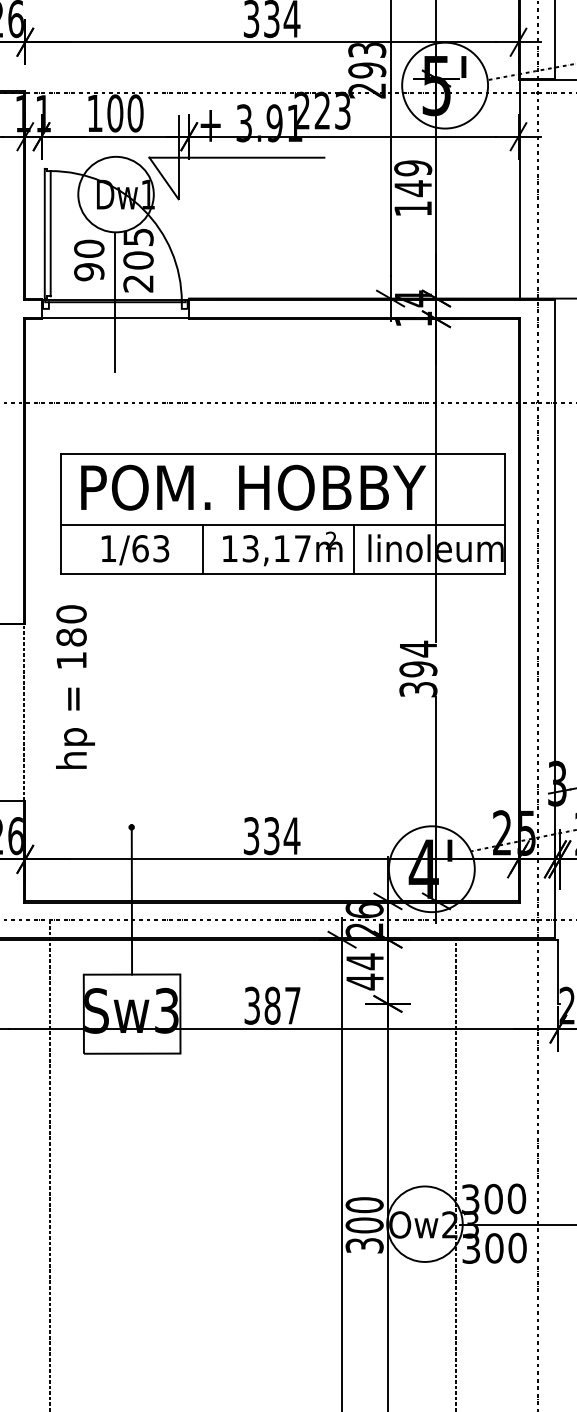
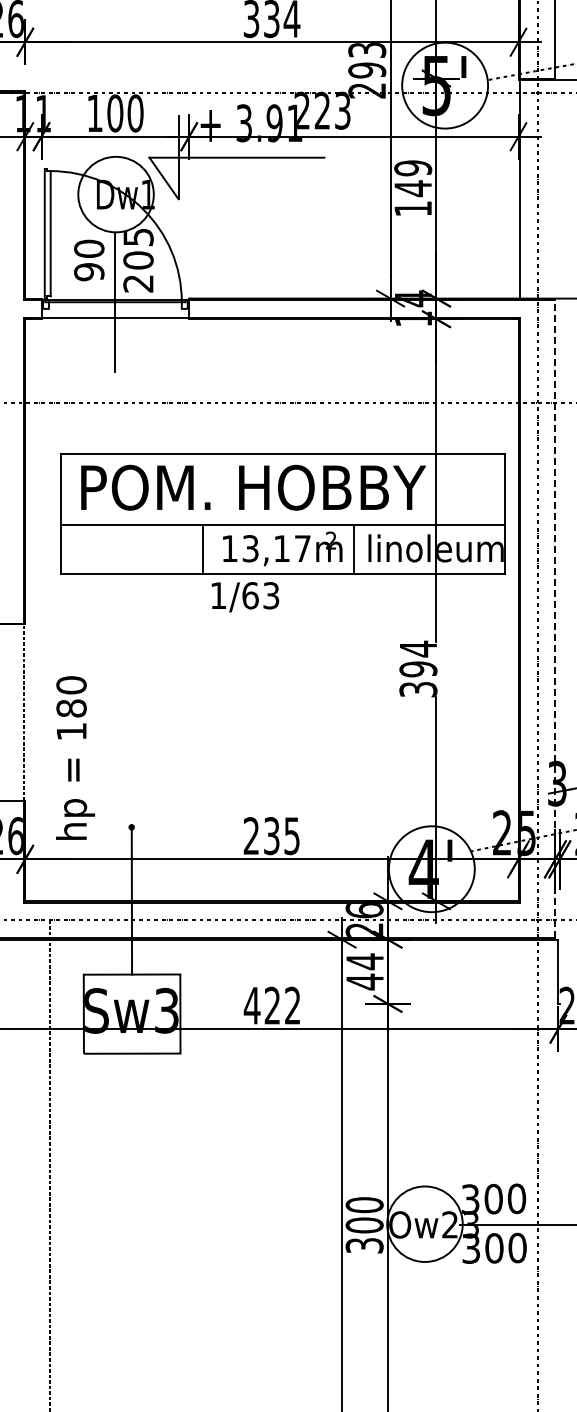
text at (135, 550) position: (135, 550) -> (245, 597)
line at (555, 618): solid -> dashed
text at (75, 686) position: (75, 686) -> (75, 757)
text at (271, 836): 334 -> 235
text at (271, 1005): 387 -> 422
line at (456, 1173): present -> none
